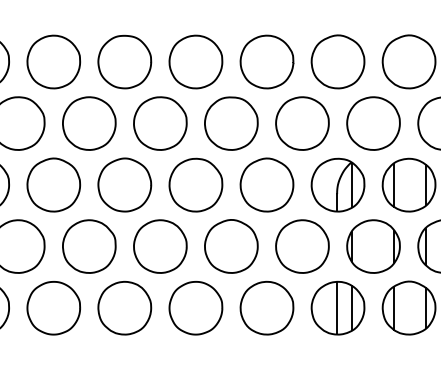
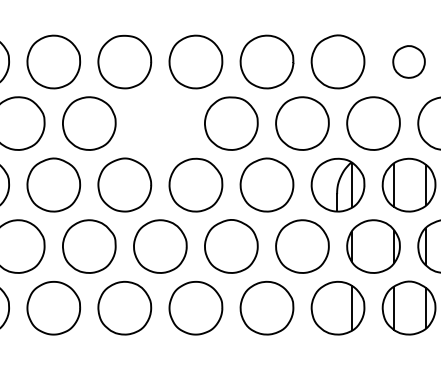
part at (408, 61) size: 56x56 px -> 34x34 px
part at (160, 123): present -> none
line at (337, 308): present -> none
